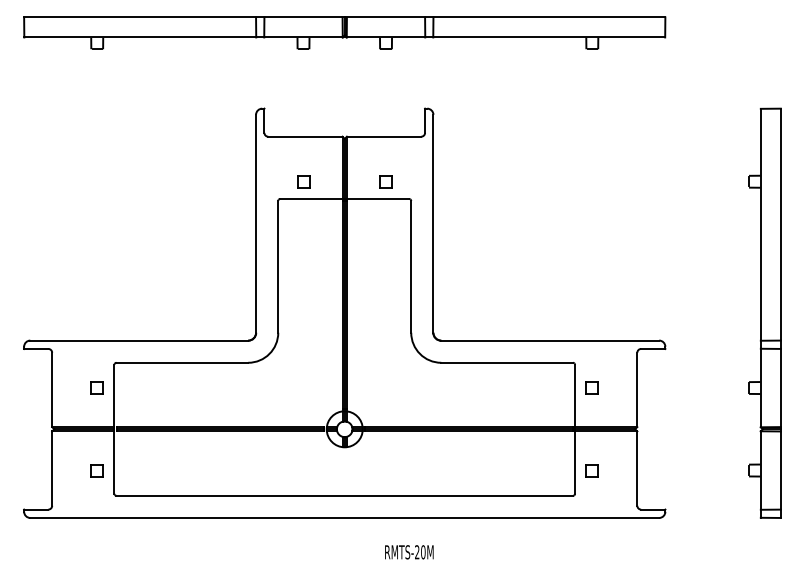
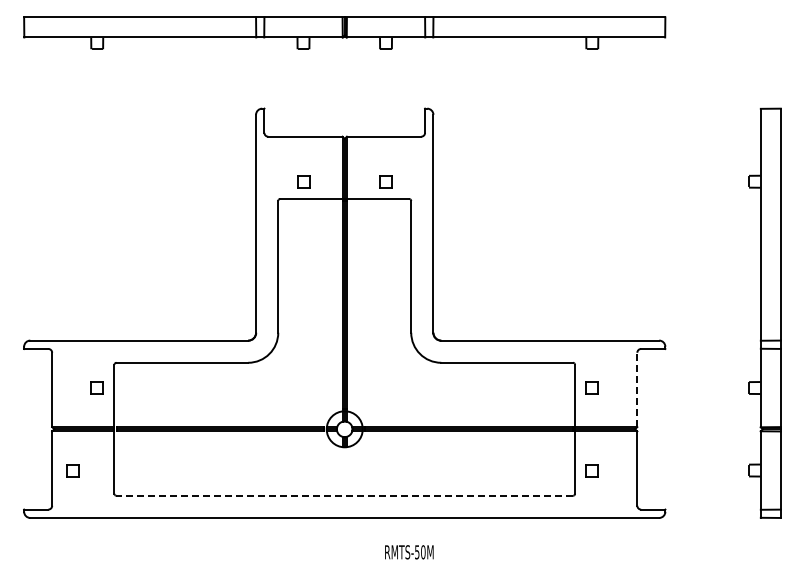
line at (637, 389): solid -> dashed
part at (96, 470) position: (96, 470) -> (72, 470)
line at (344, 495): solid -> dashed
text at (417, 552): RMTS-20M -> RMTS-50M
